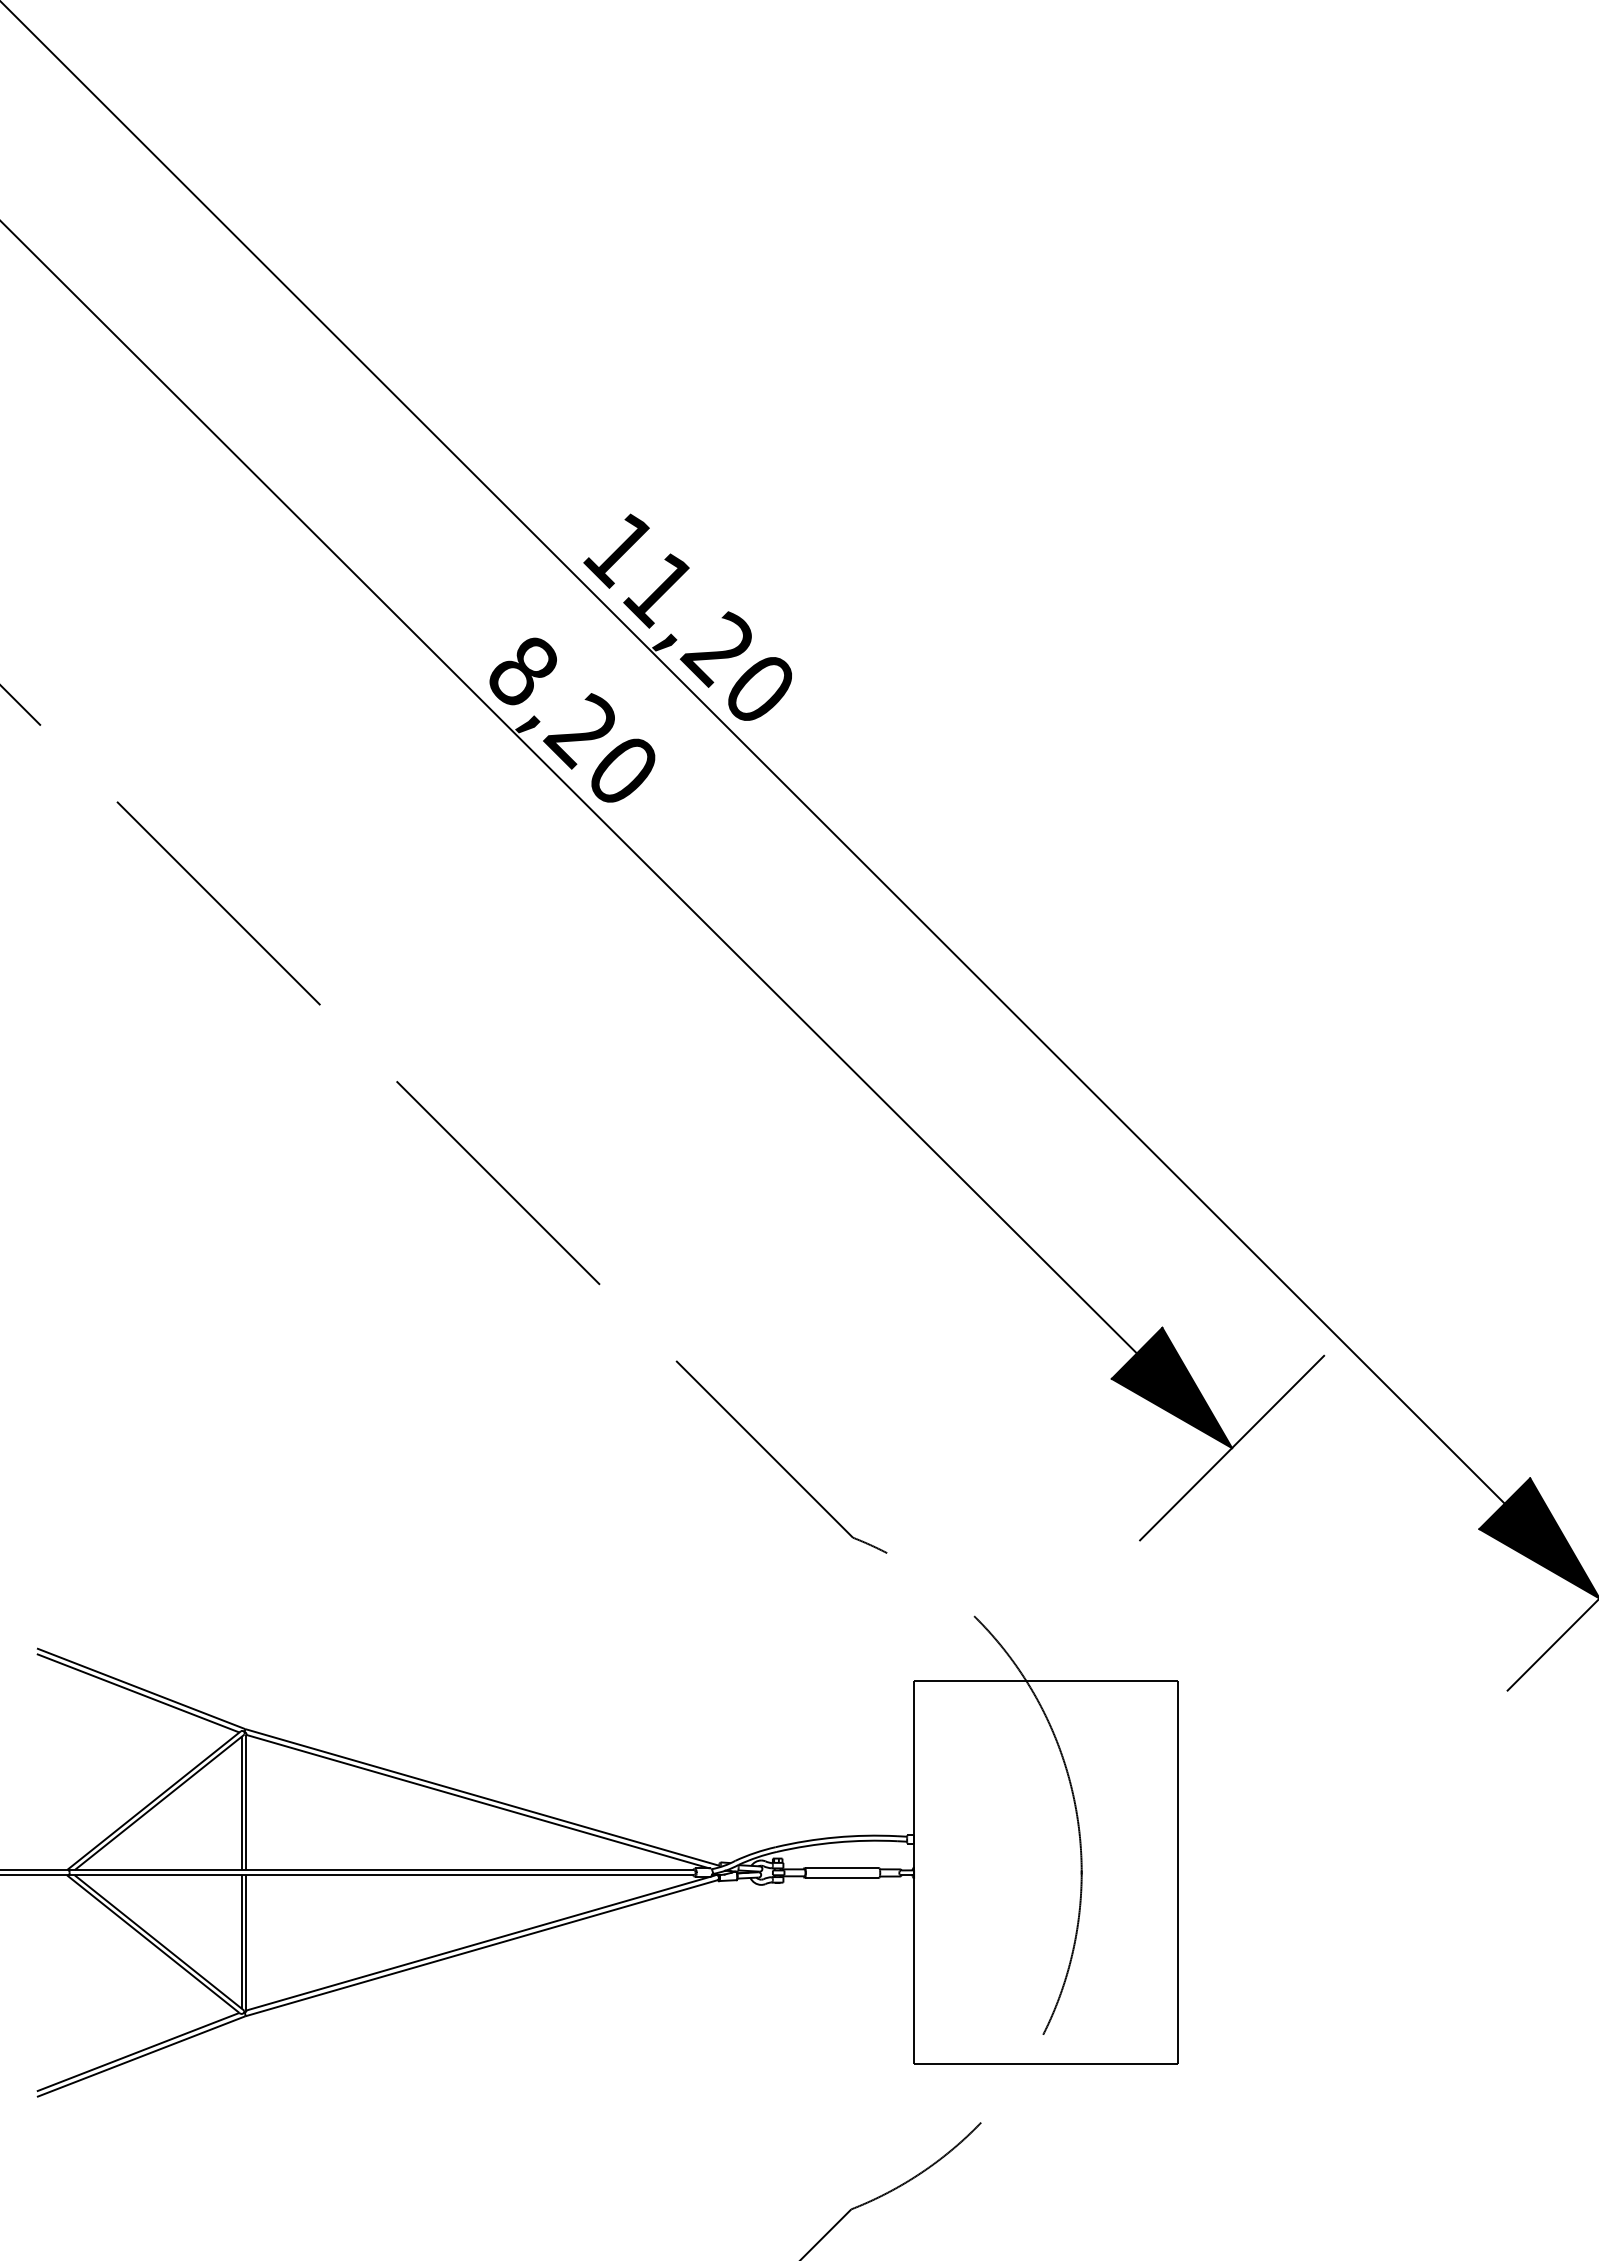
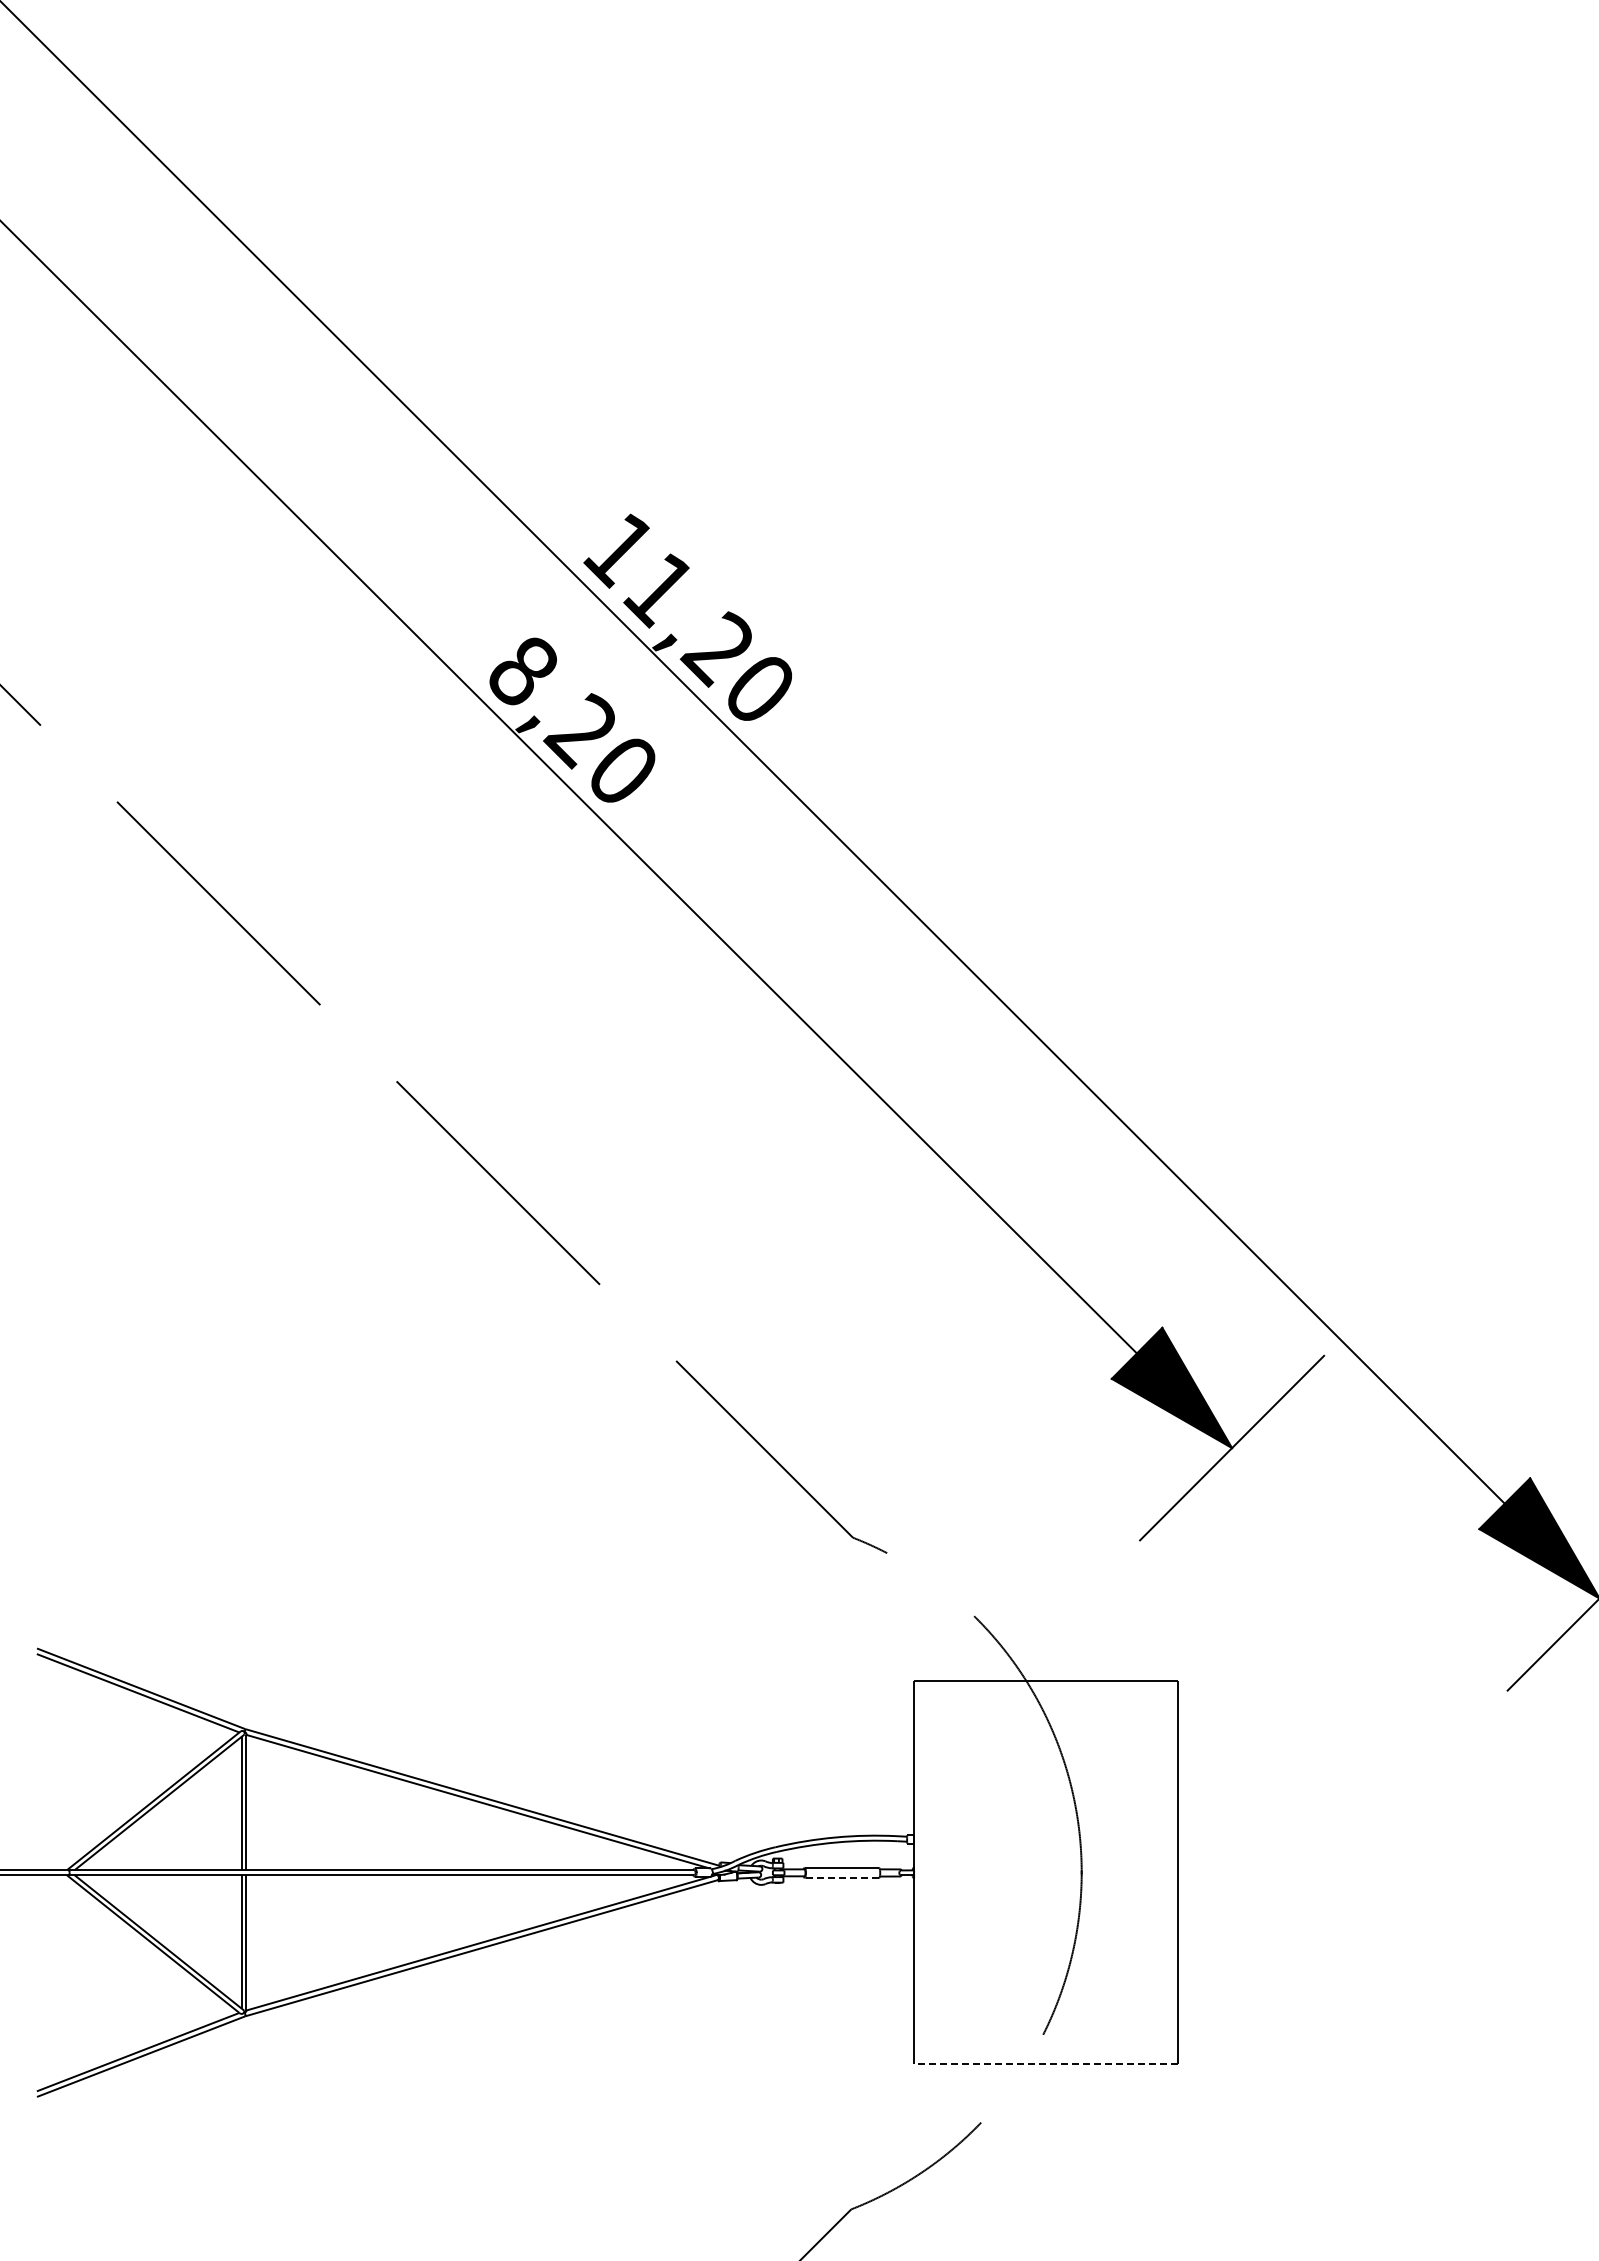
line at (841, 1878): solid -> dashed
line at (1045, 2064): solid -> dashed
